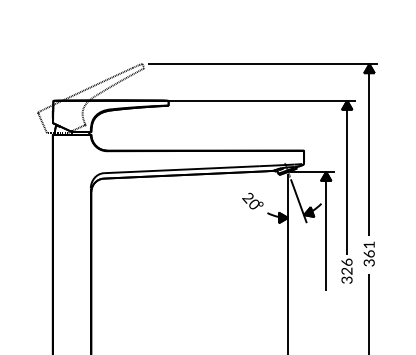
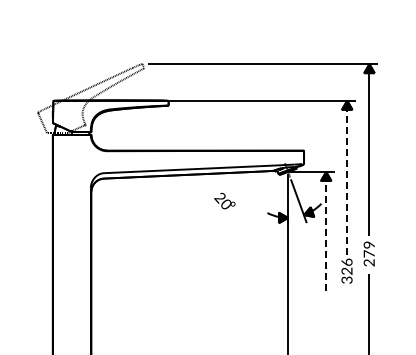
line at (347, 182): solid -> dashed
text at (252, 200) position: (252, 200) -> (224, 200)
line at (326, 235): solid -> dashed
text at (368, 253): 361 -> 279
